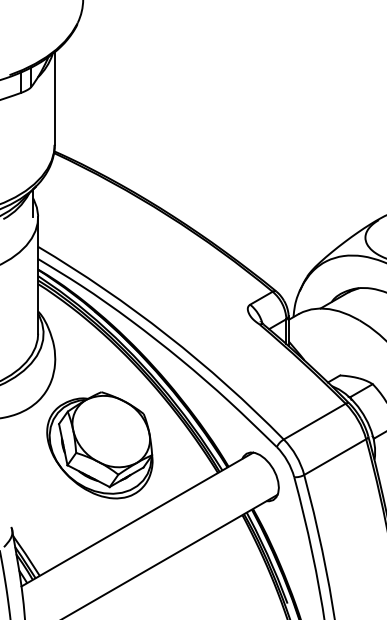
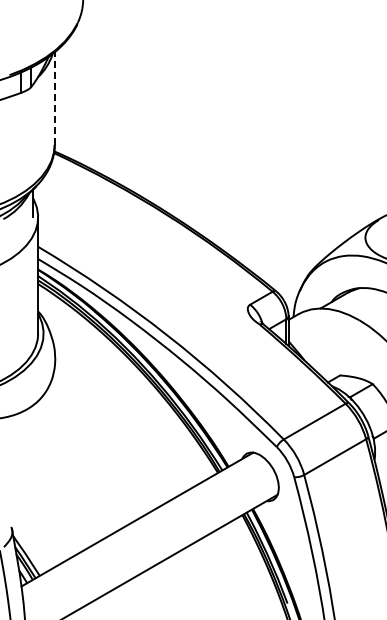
line at (54, 98): solid -> dashed
part at (99, 445): present -> none
